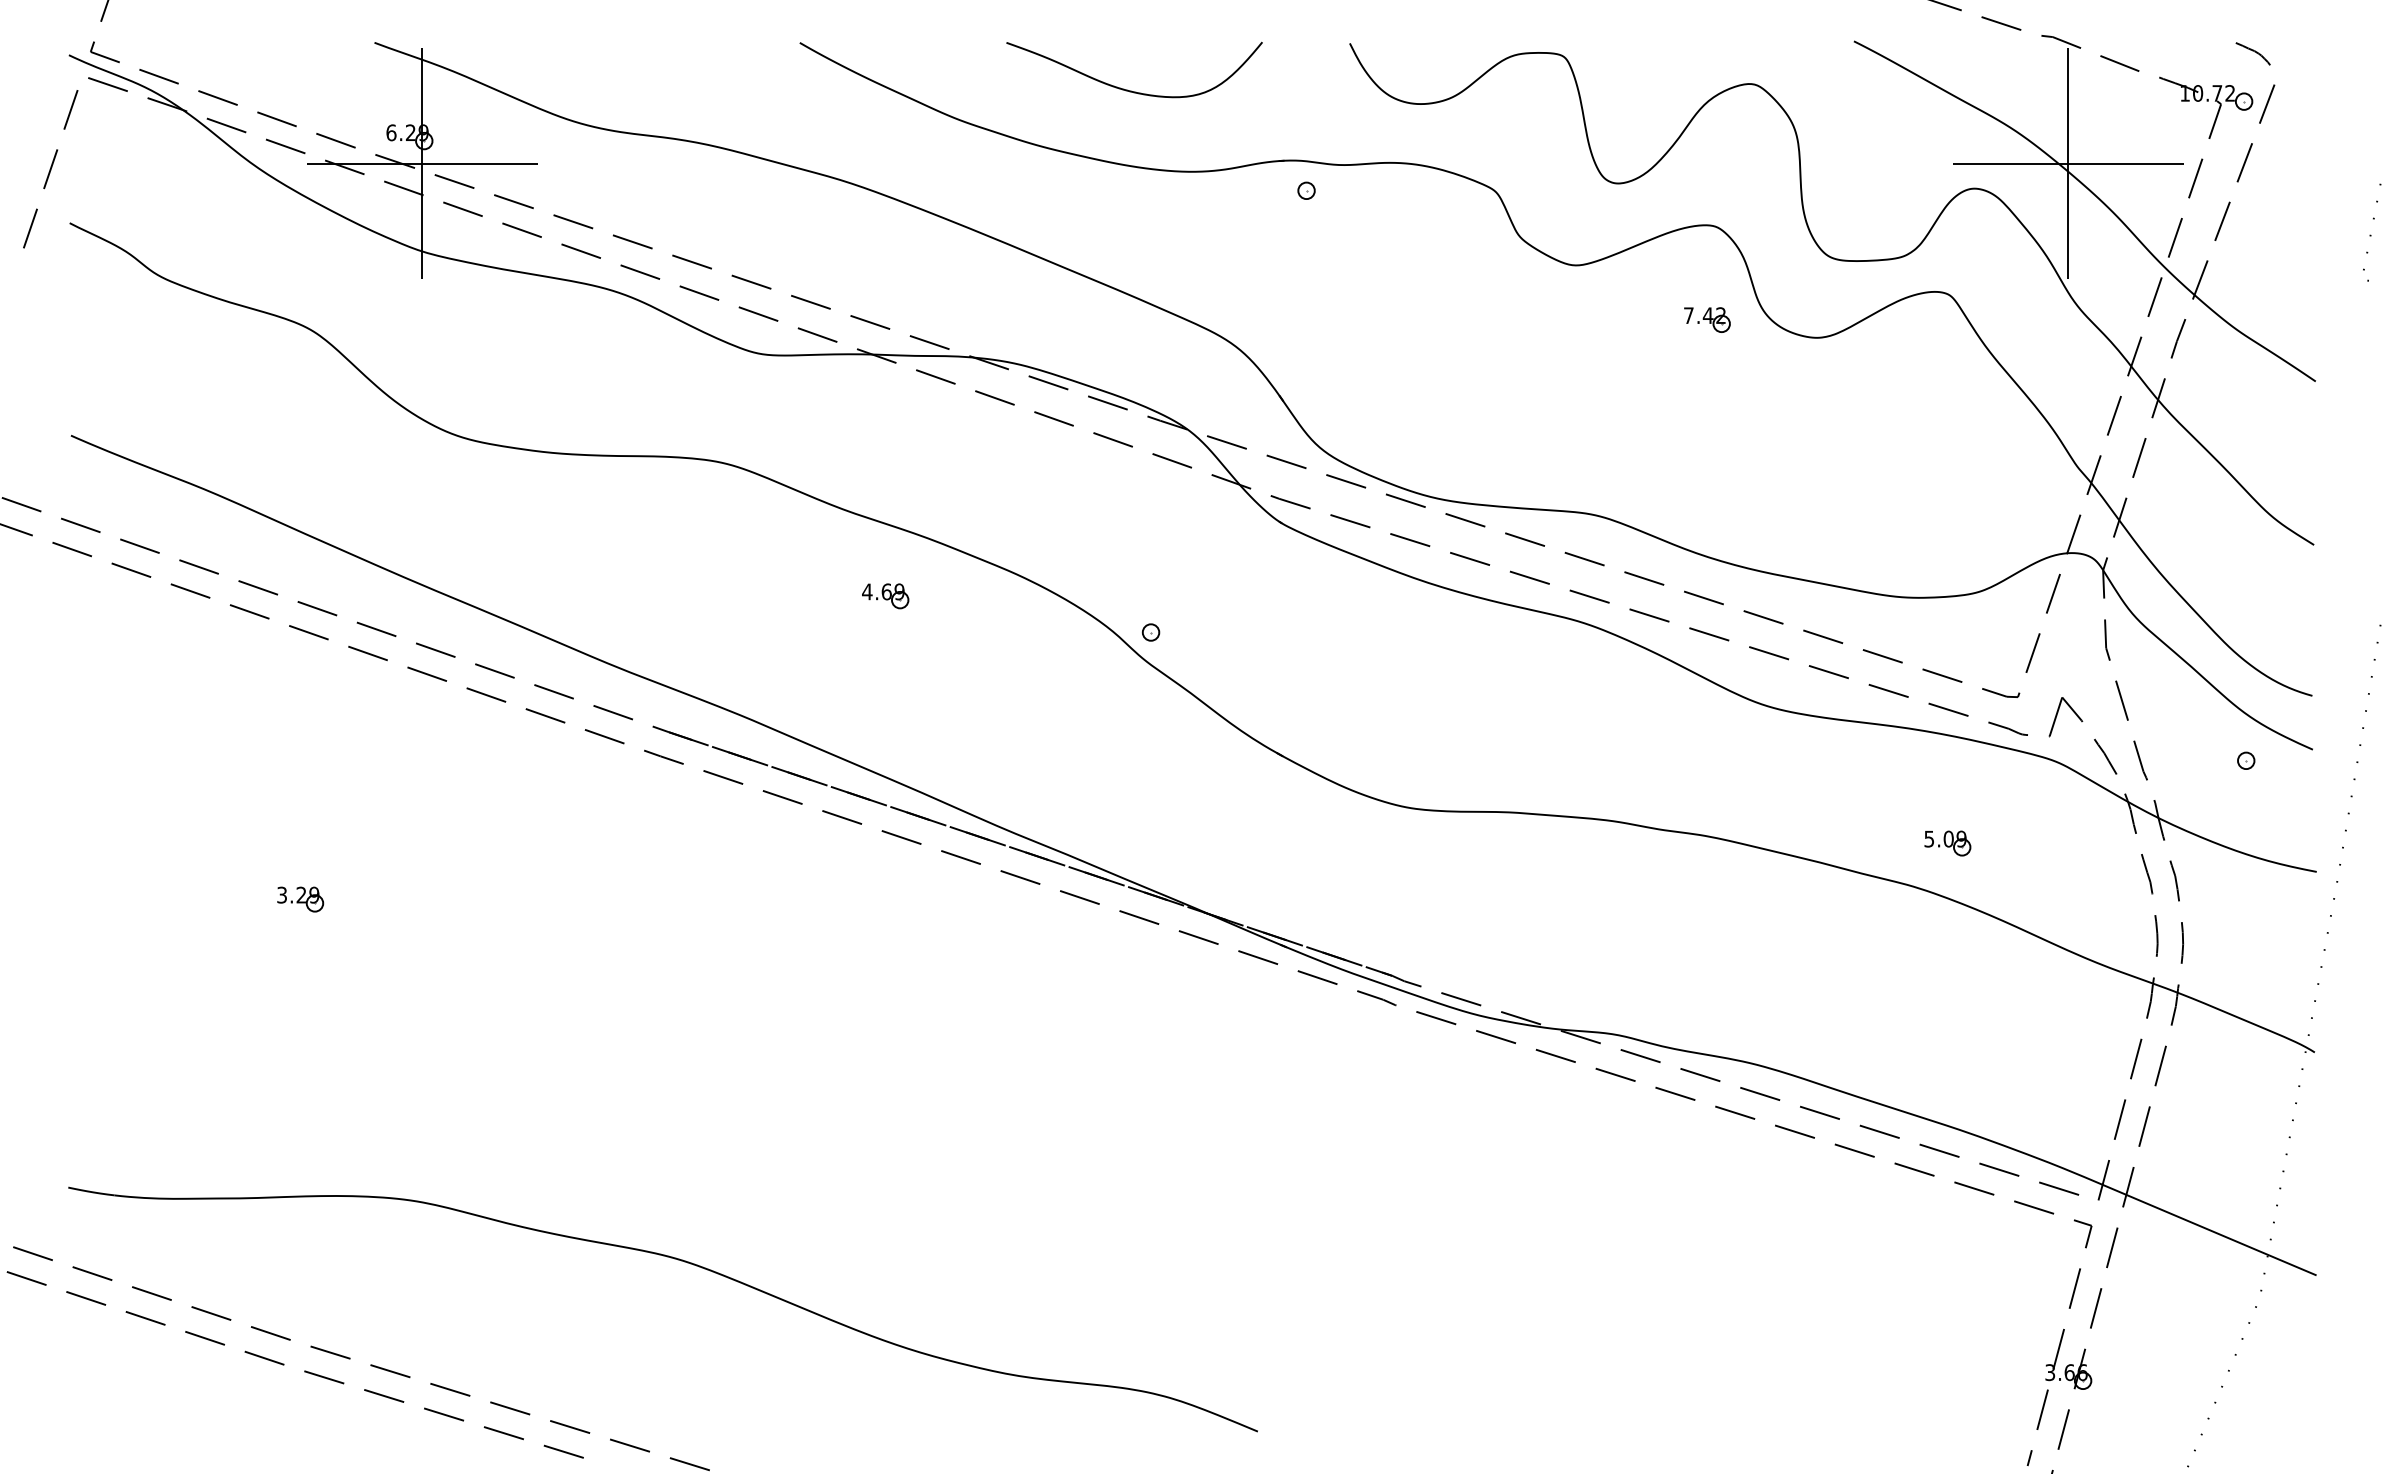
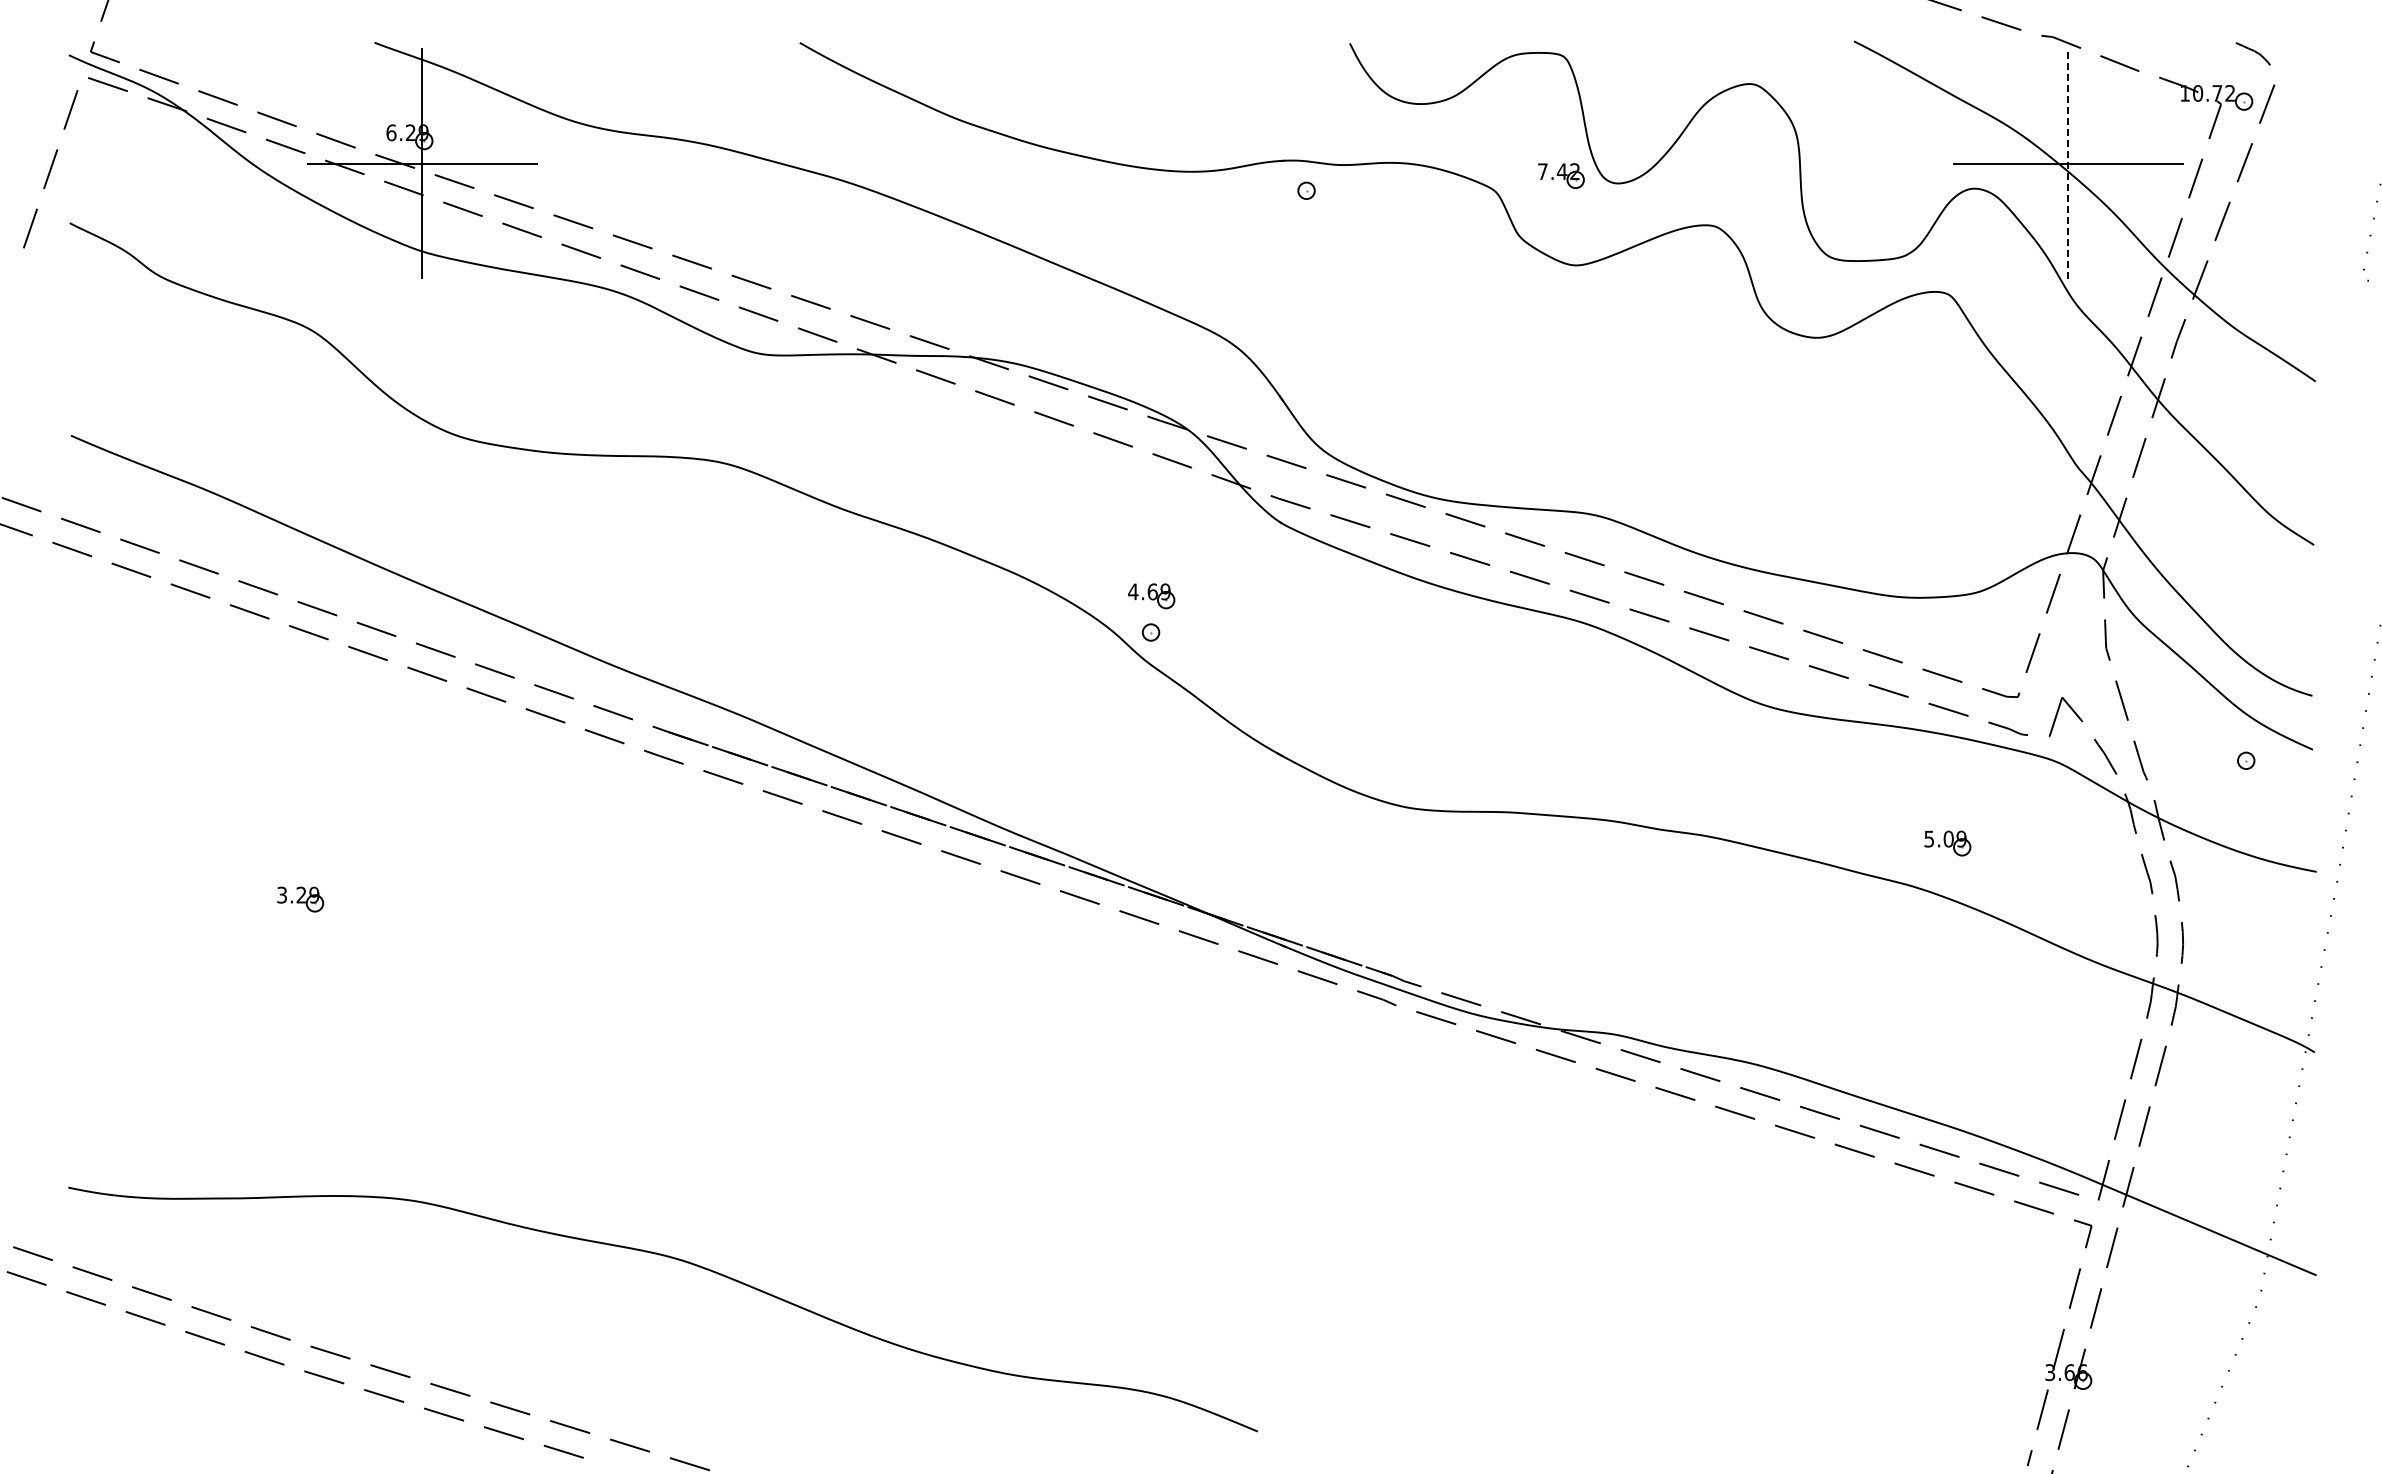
curve at (1127, 89): present -> none
line at (2068, 163): solid -> dashed
part at (1707, 319) position: (1707, 319) -> (1561, 175)
part at (885, 596) position: (885, 596) -> (1151, 596)
